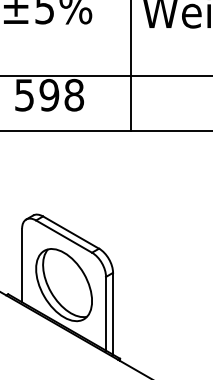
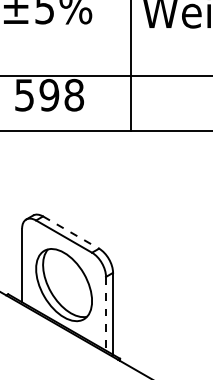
line at (71, 232): solid -> dashed
line at (106, 313): solid -> dashed
